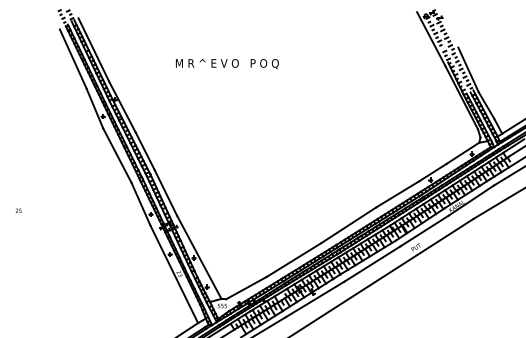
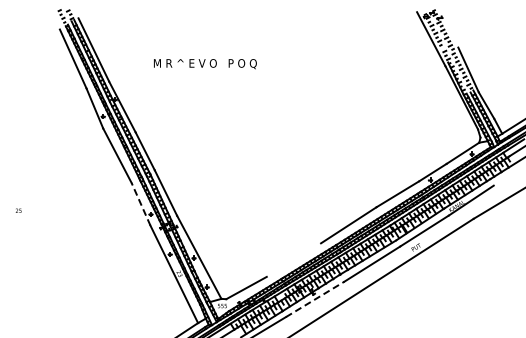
text at (227, 64) position: (227, 64) -> (205, 64)
line at (507, 176): present -> none
line at (140, 203): solid -> dashed
line at (293, 259): present -> none
line at (315, 299): solid -> dashed
